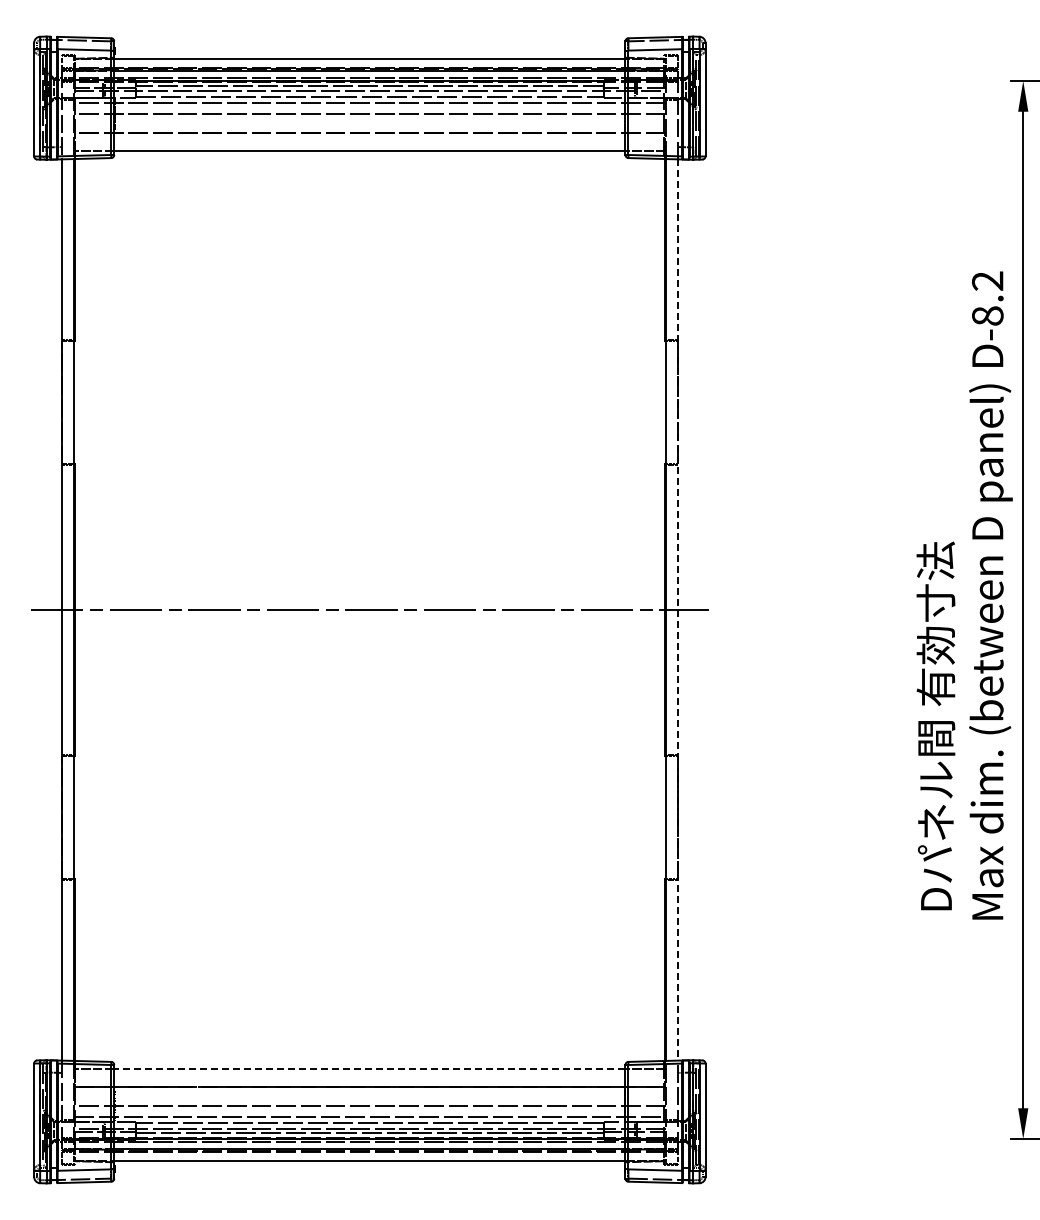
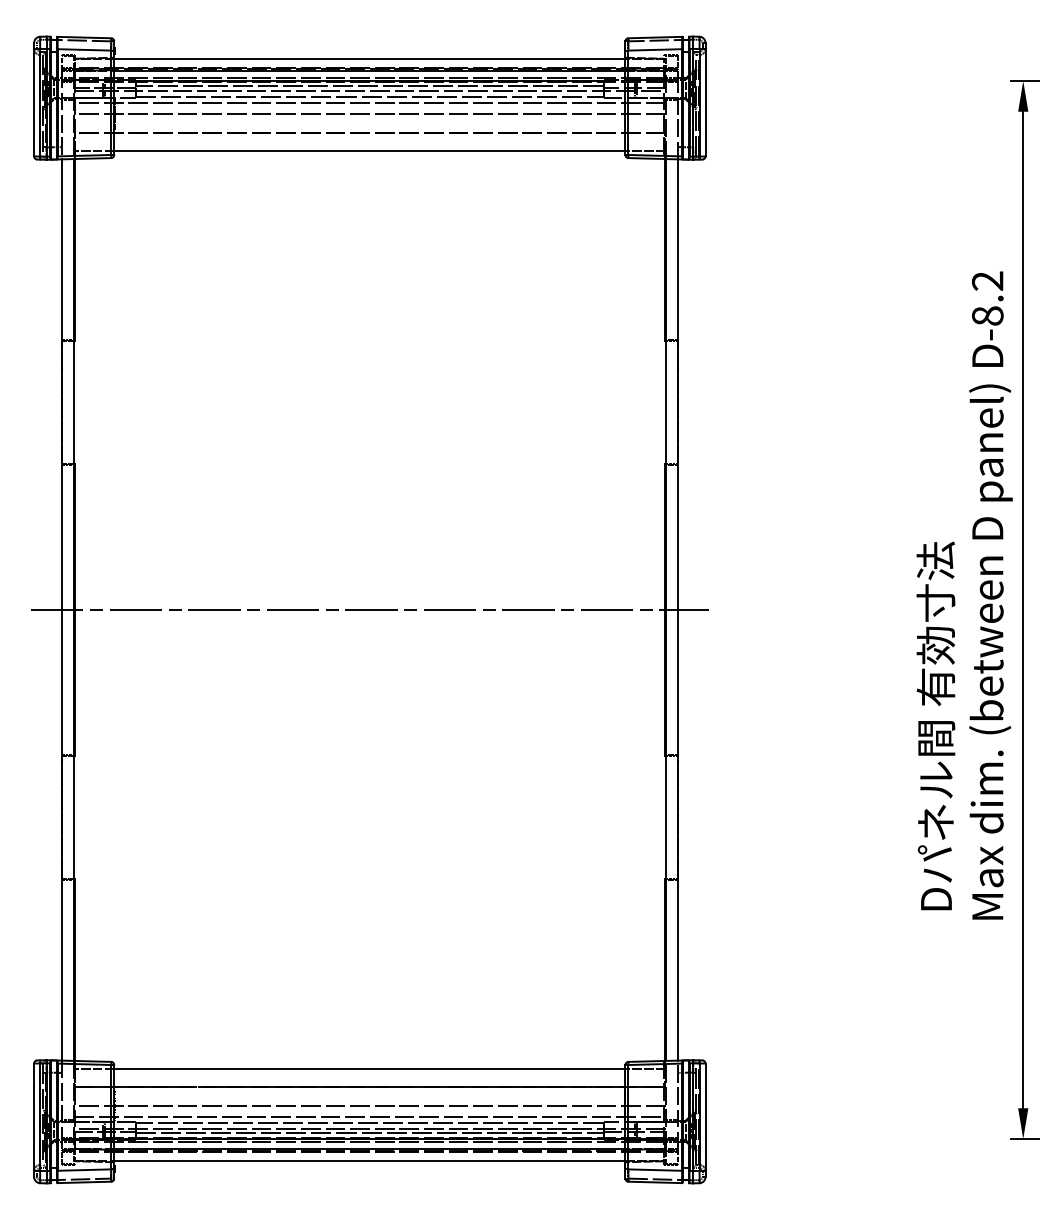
line at (677, 610): dashed -> solid
line at (369, 1068): dashed -> solid
